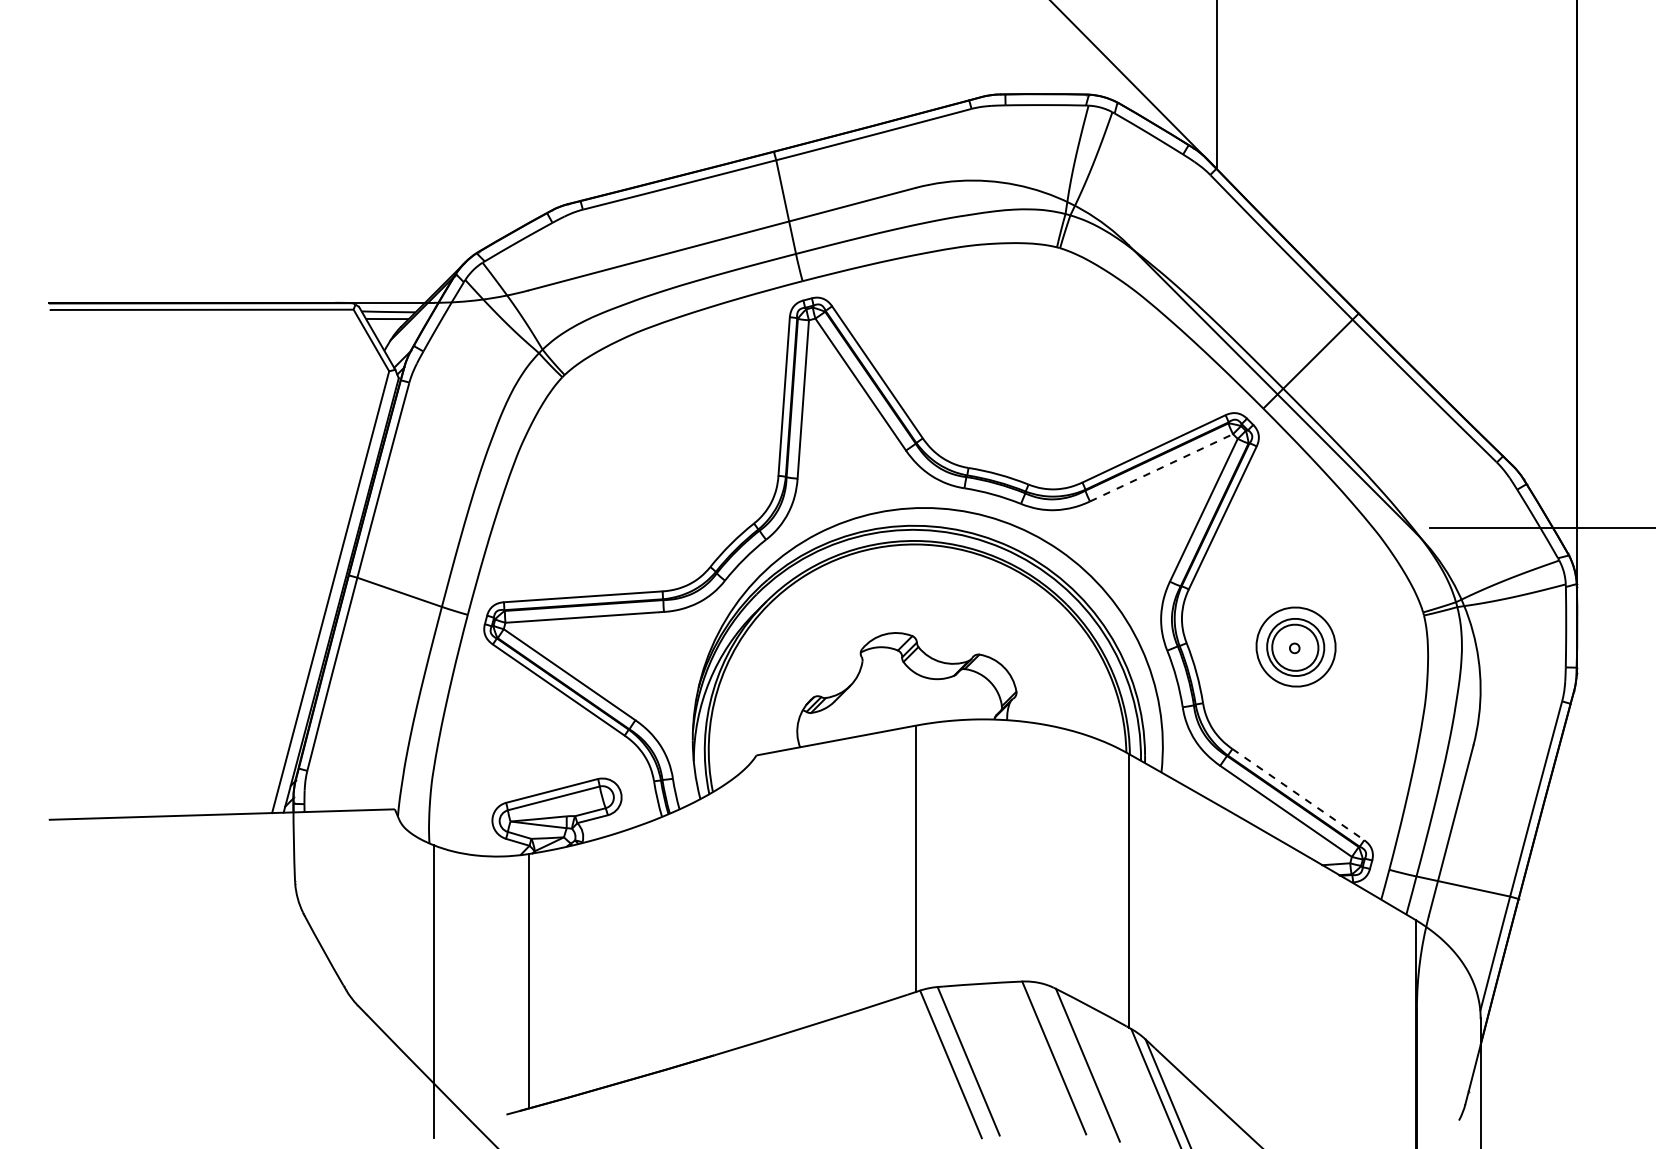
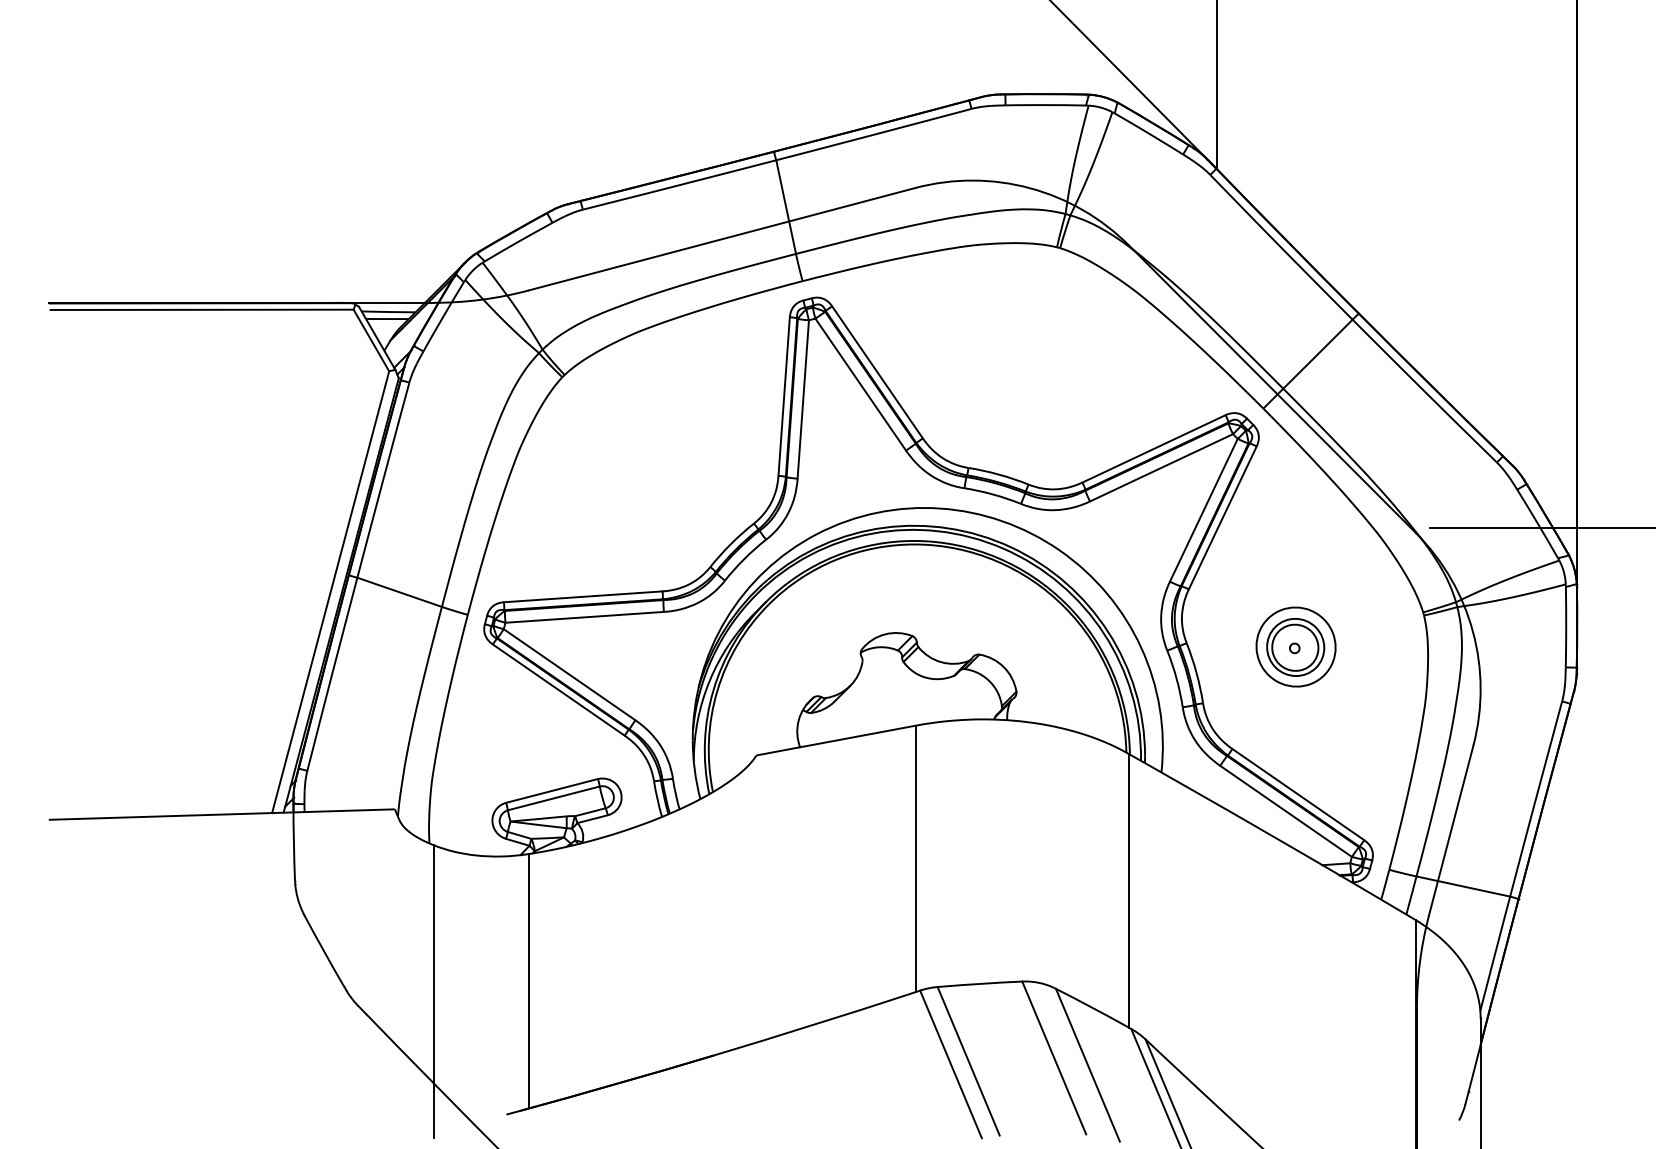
line at (1161, 467): dashed -> solid
line at (1298, 794): dashed -> solid
